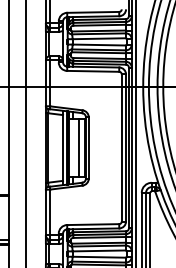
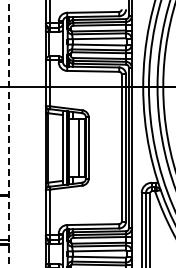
line at (8, 133): solid -> dashed
line at (25, 133): present -> none
line at (136, 133): present -> none
